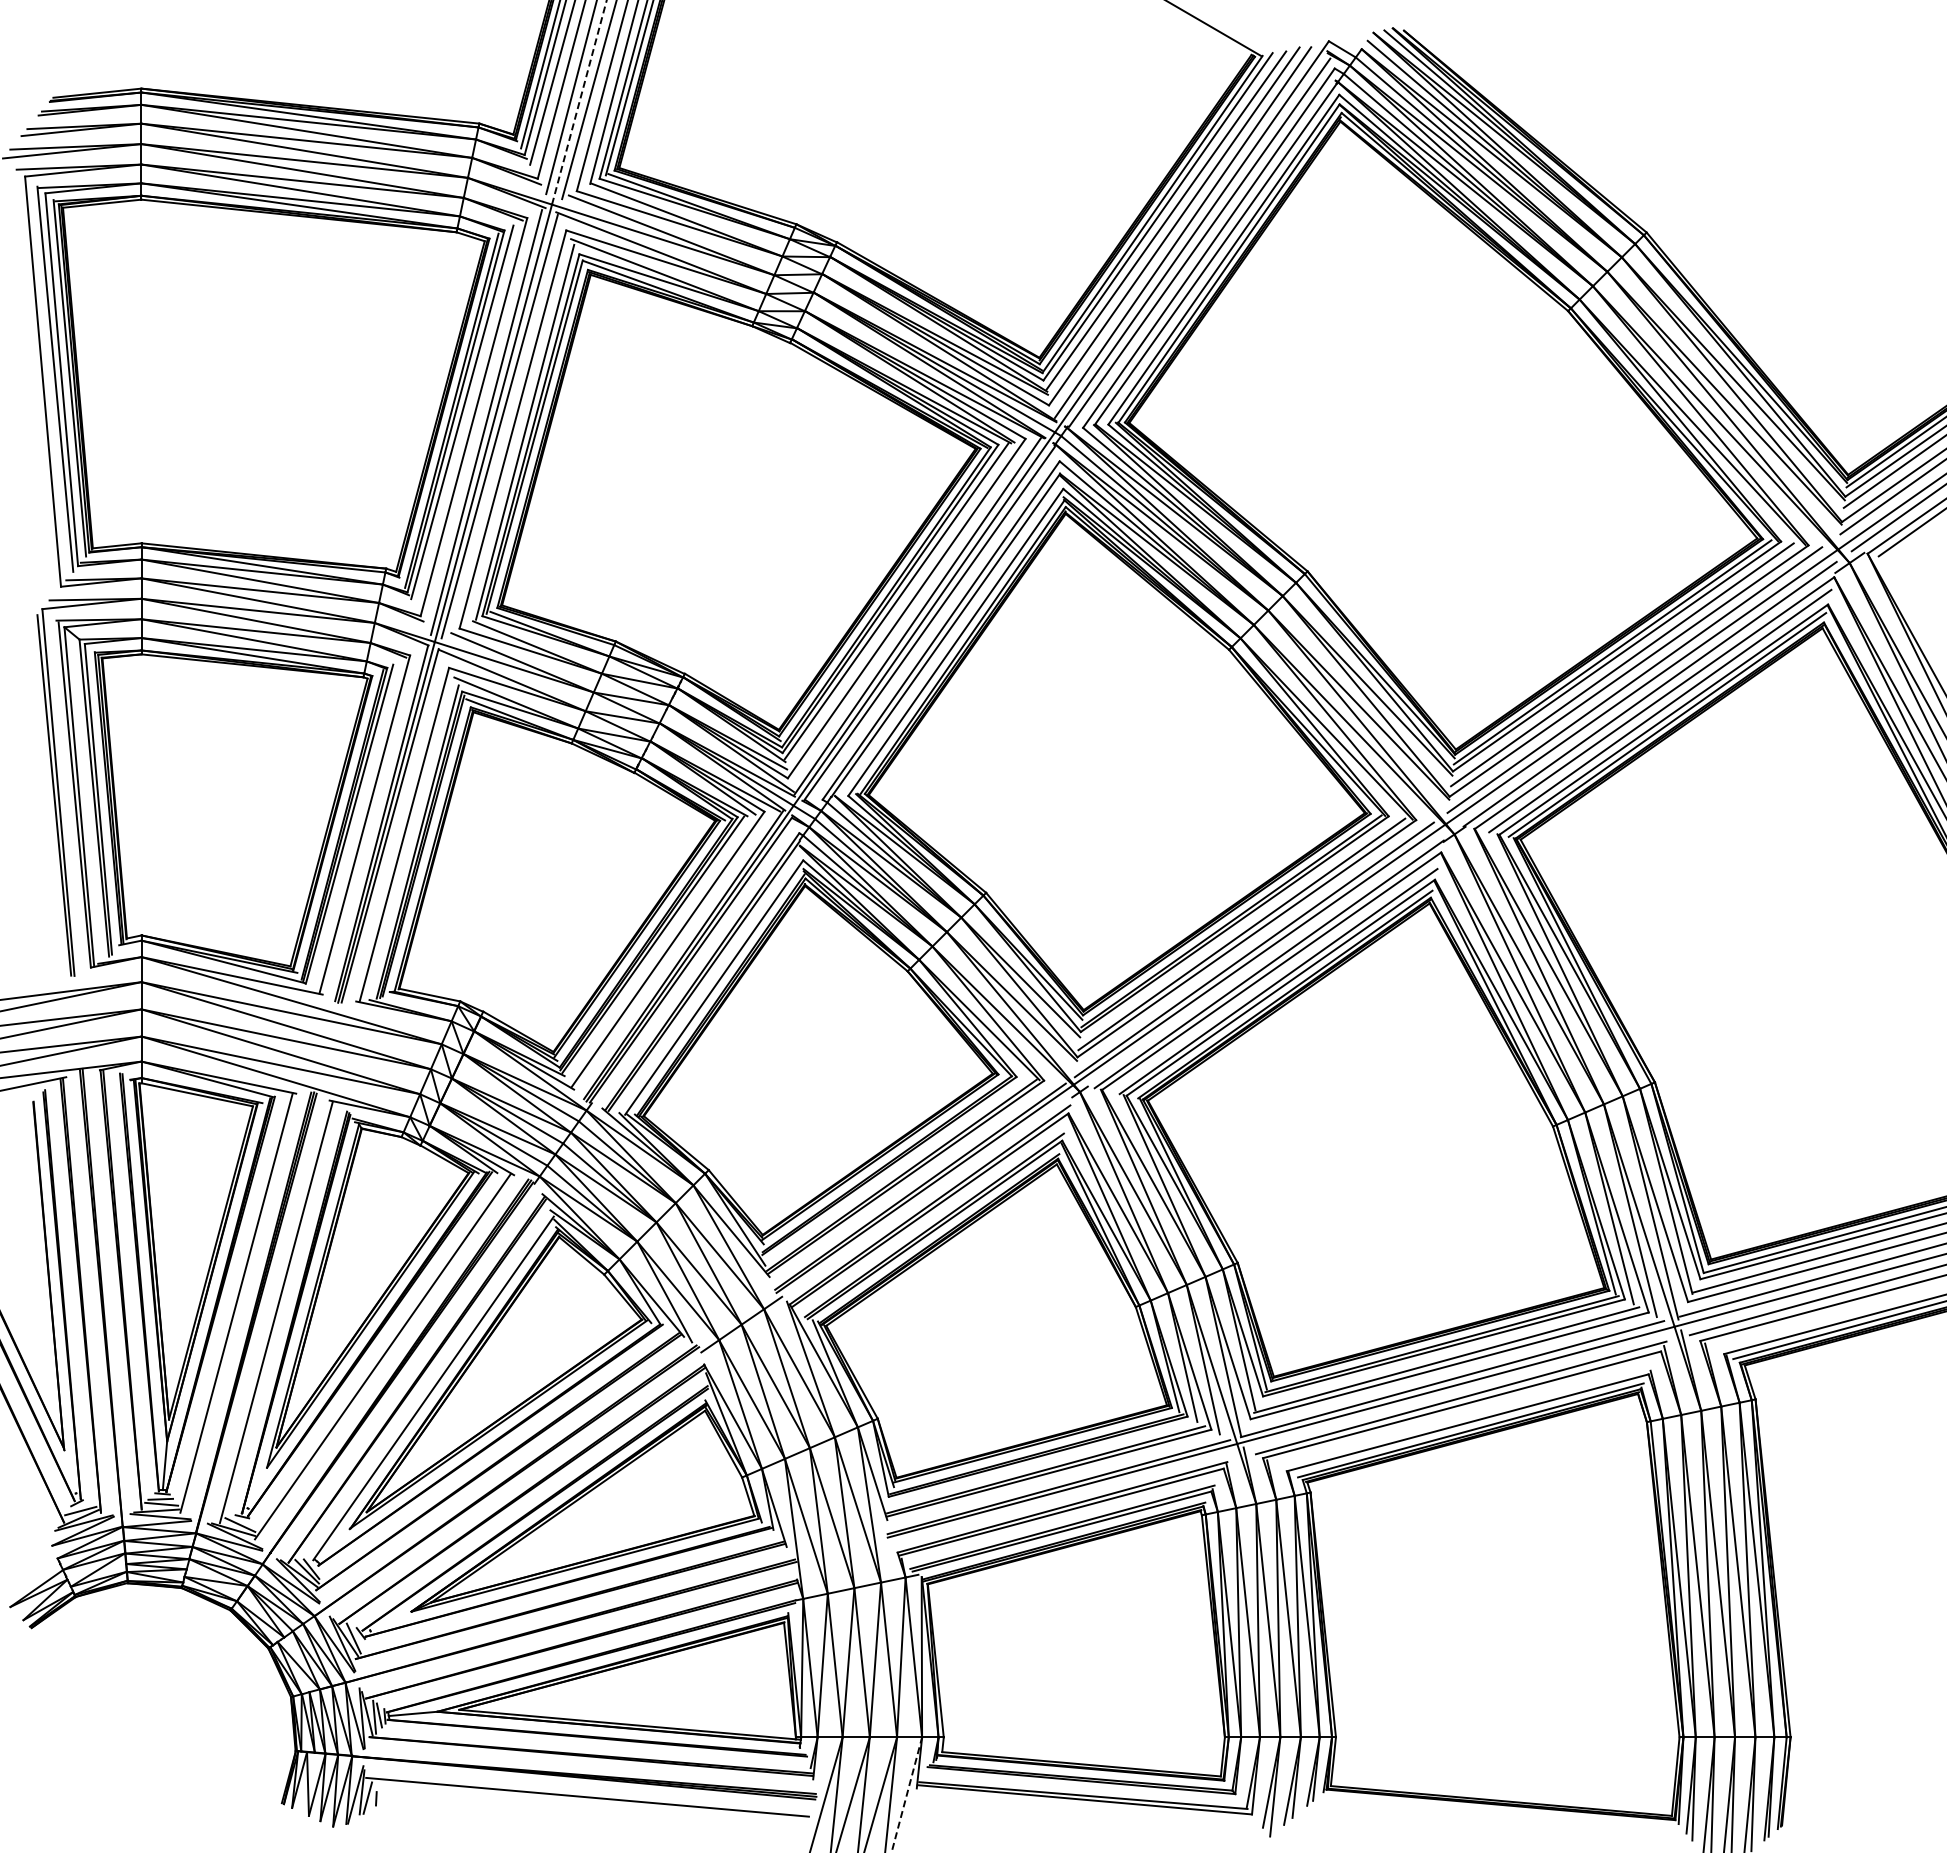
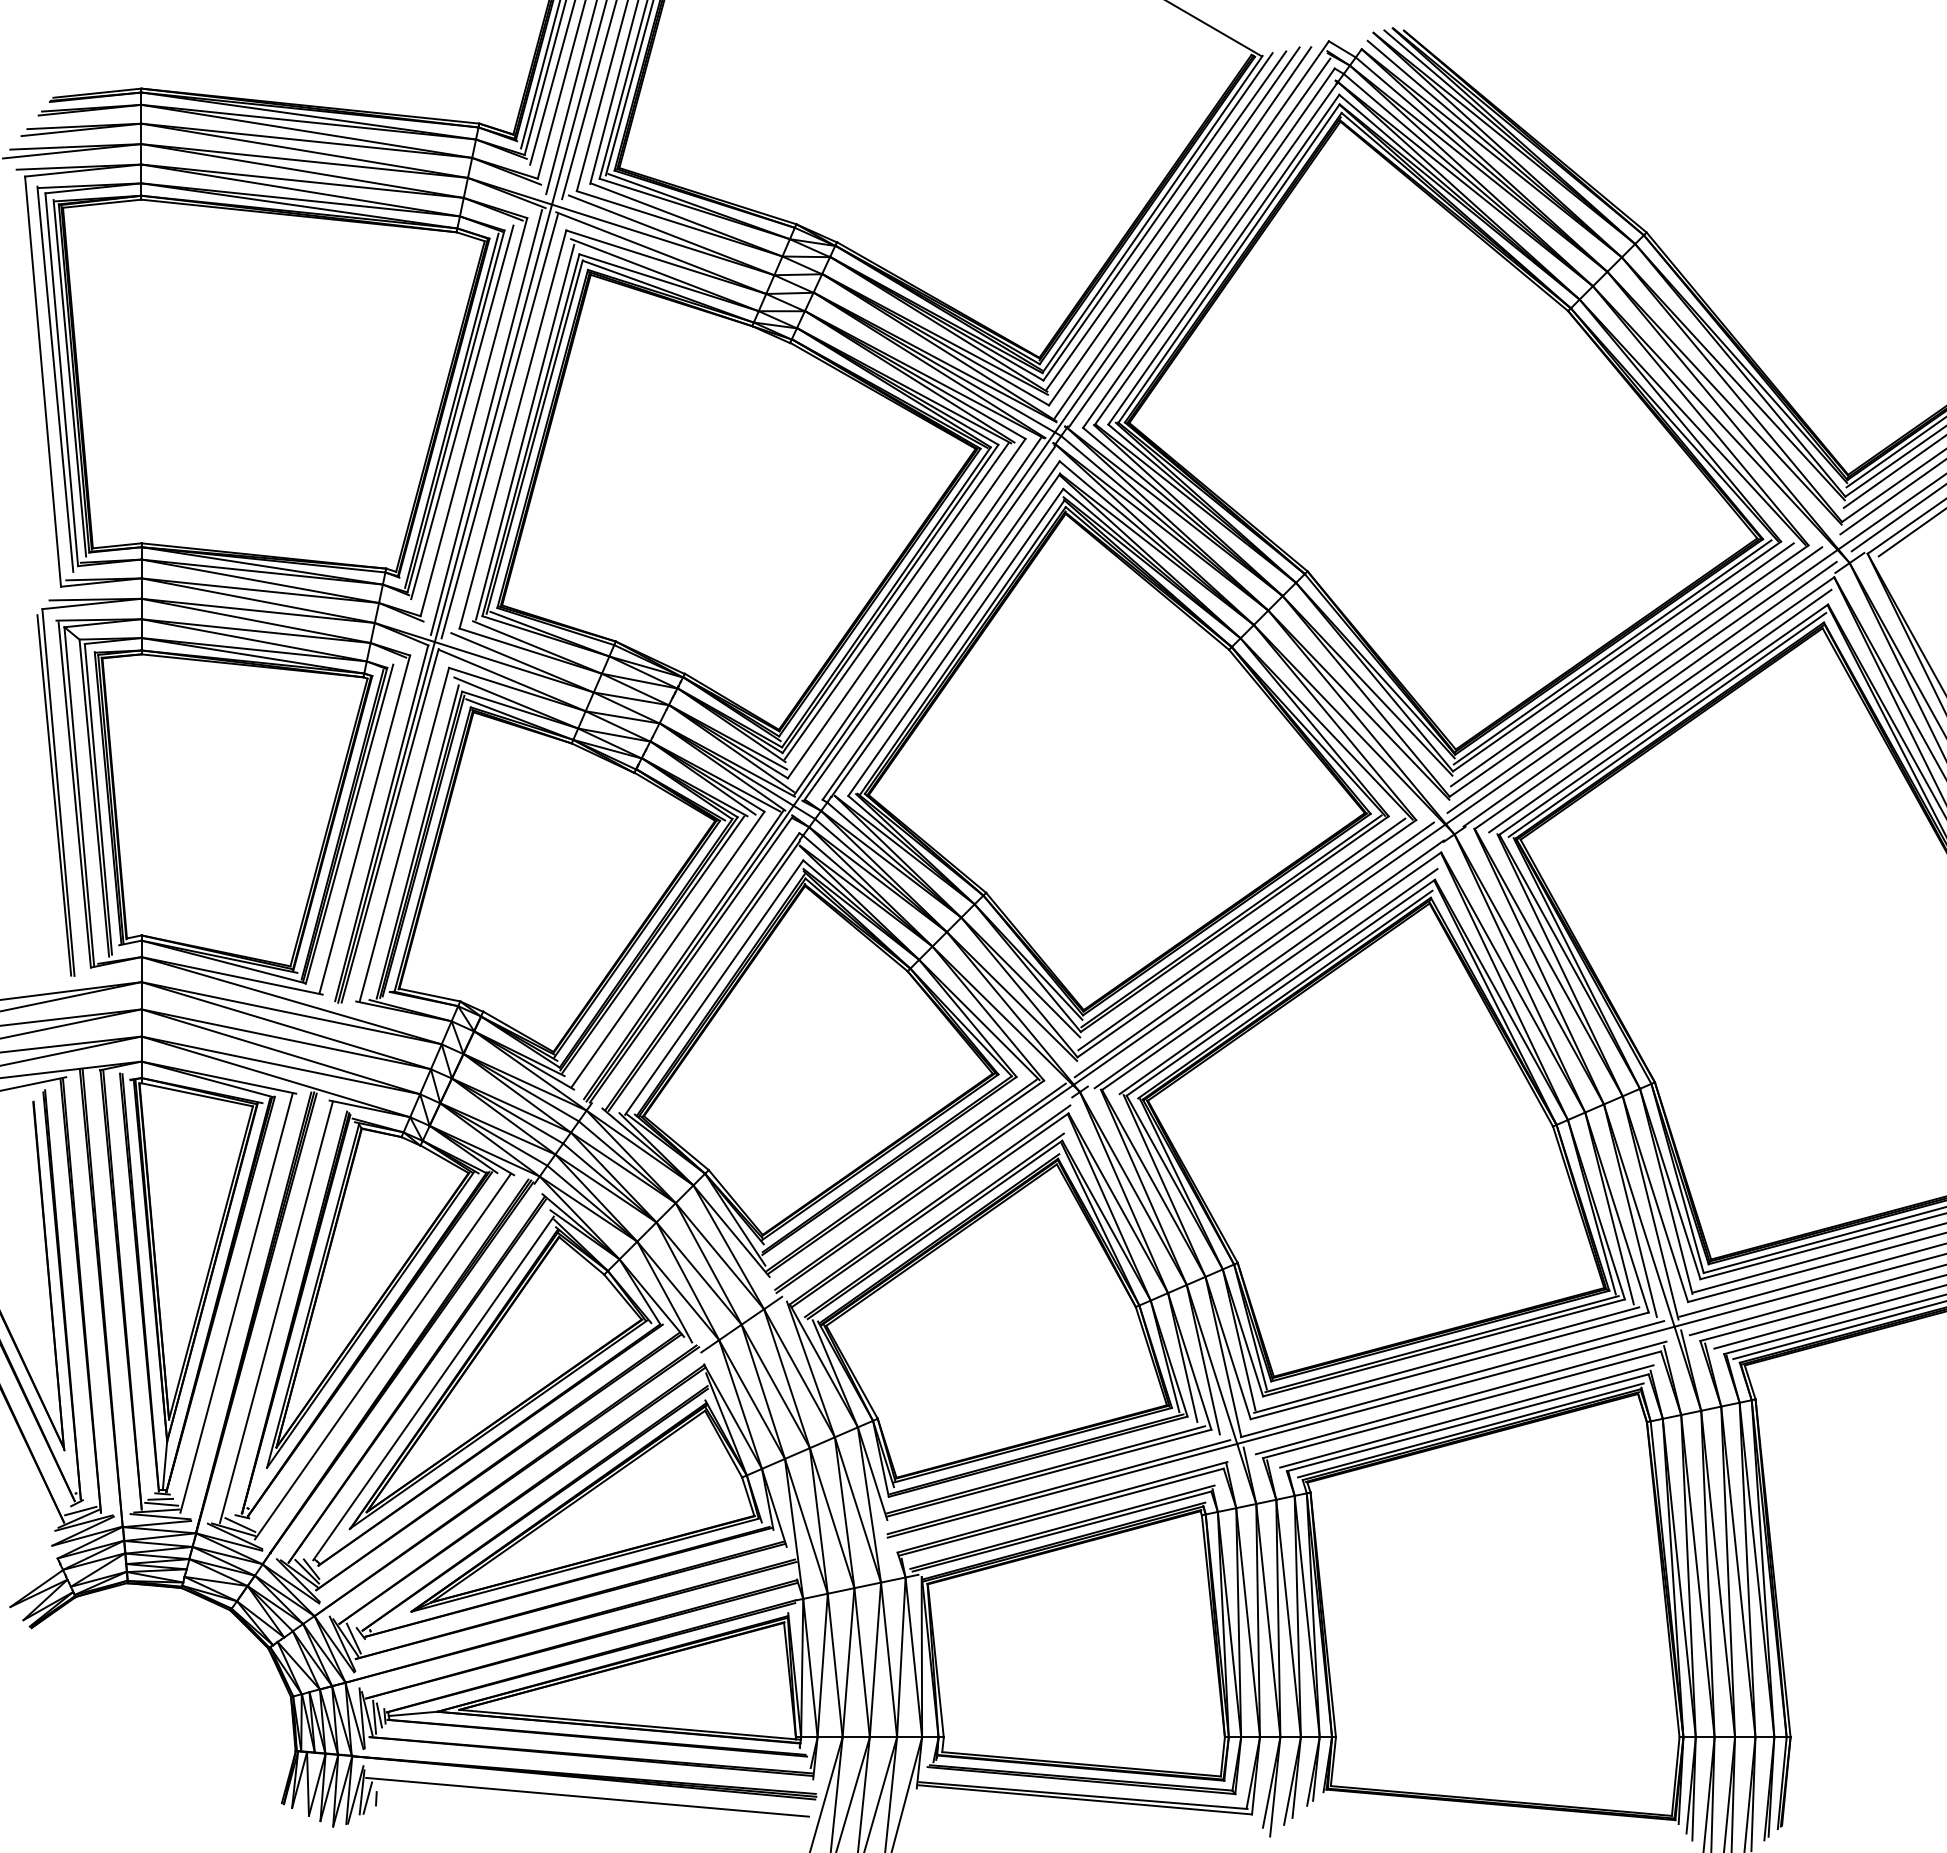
line at (579, 102): dashed -> solid
line at (1828, 1316): none -> present
line at (1466, 1416): none -> present
line at (906, 1795): dashed -> solid
